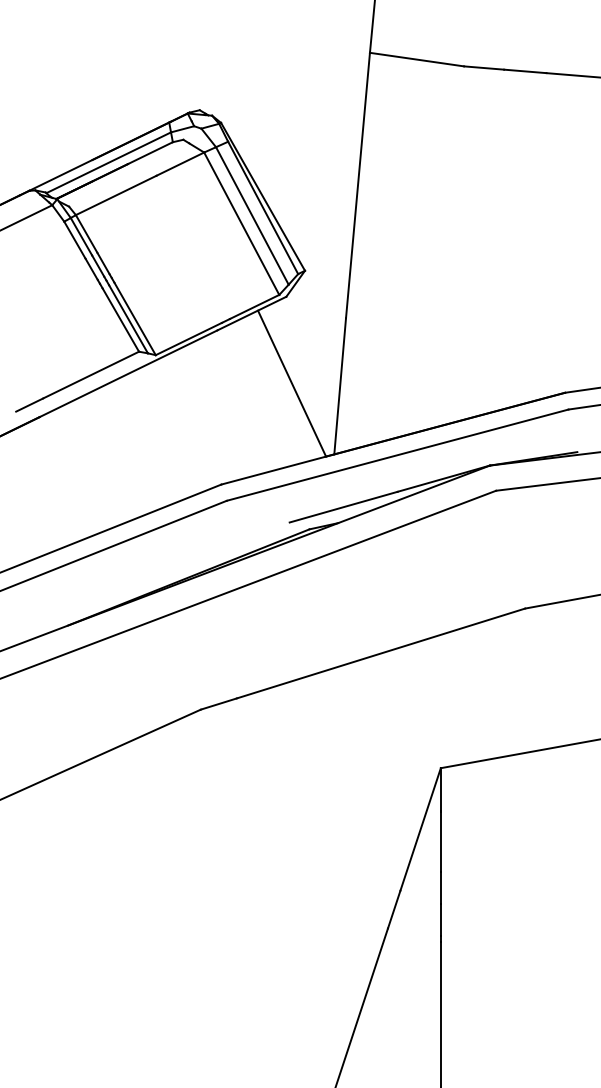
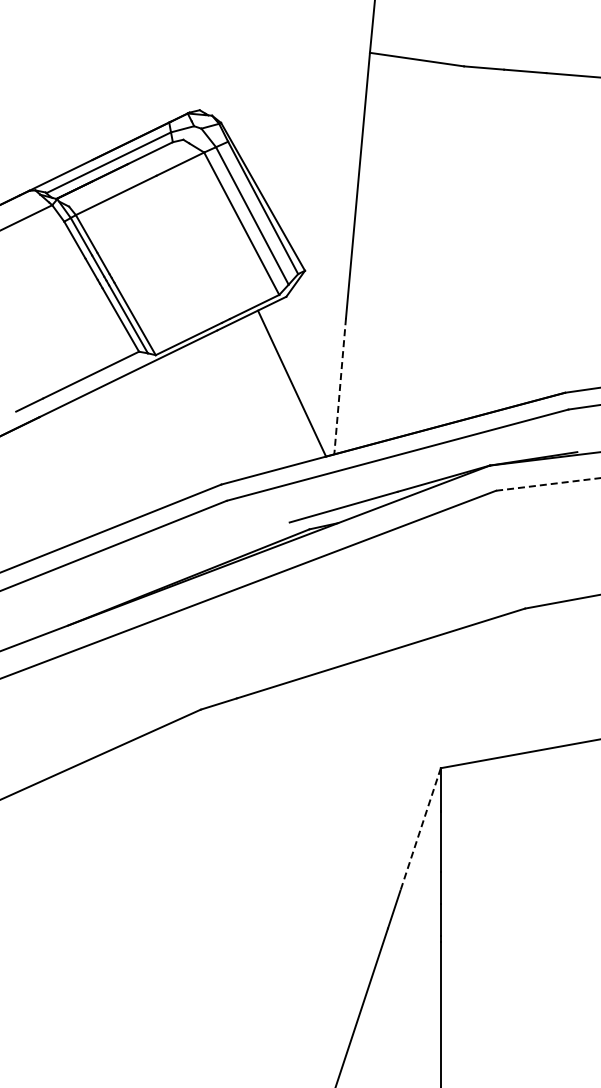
line at (340, 386): solid -> dashed
line at (548, 484): solid -> dashed
line at (420, 829): solid -> dashed
